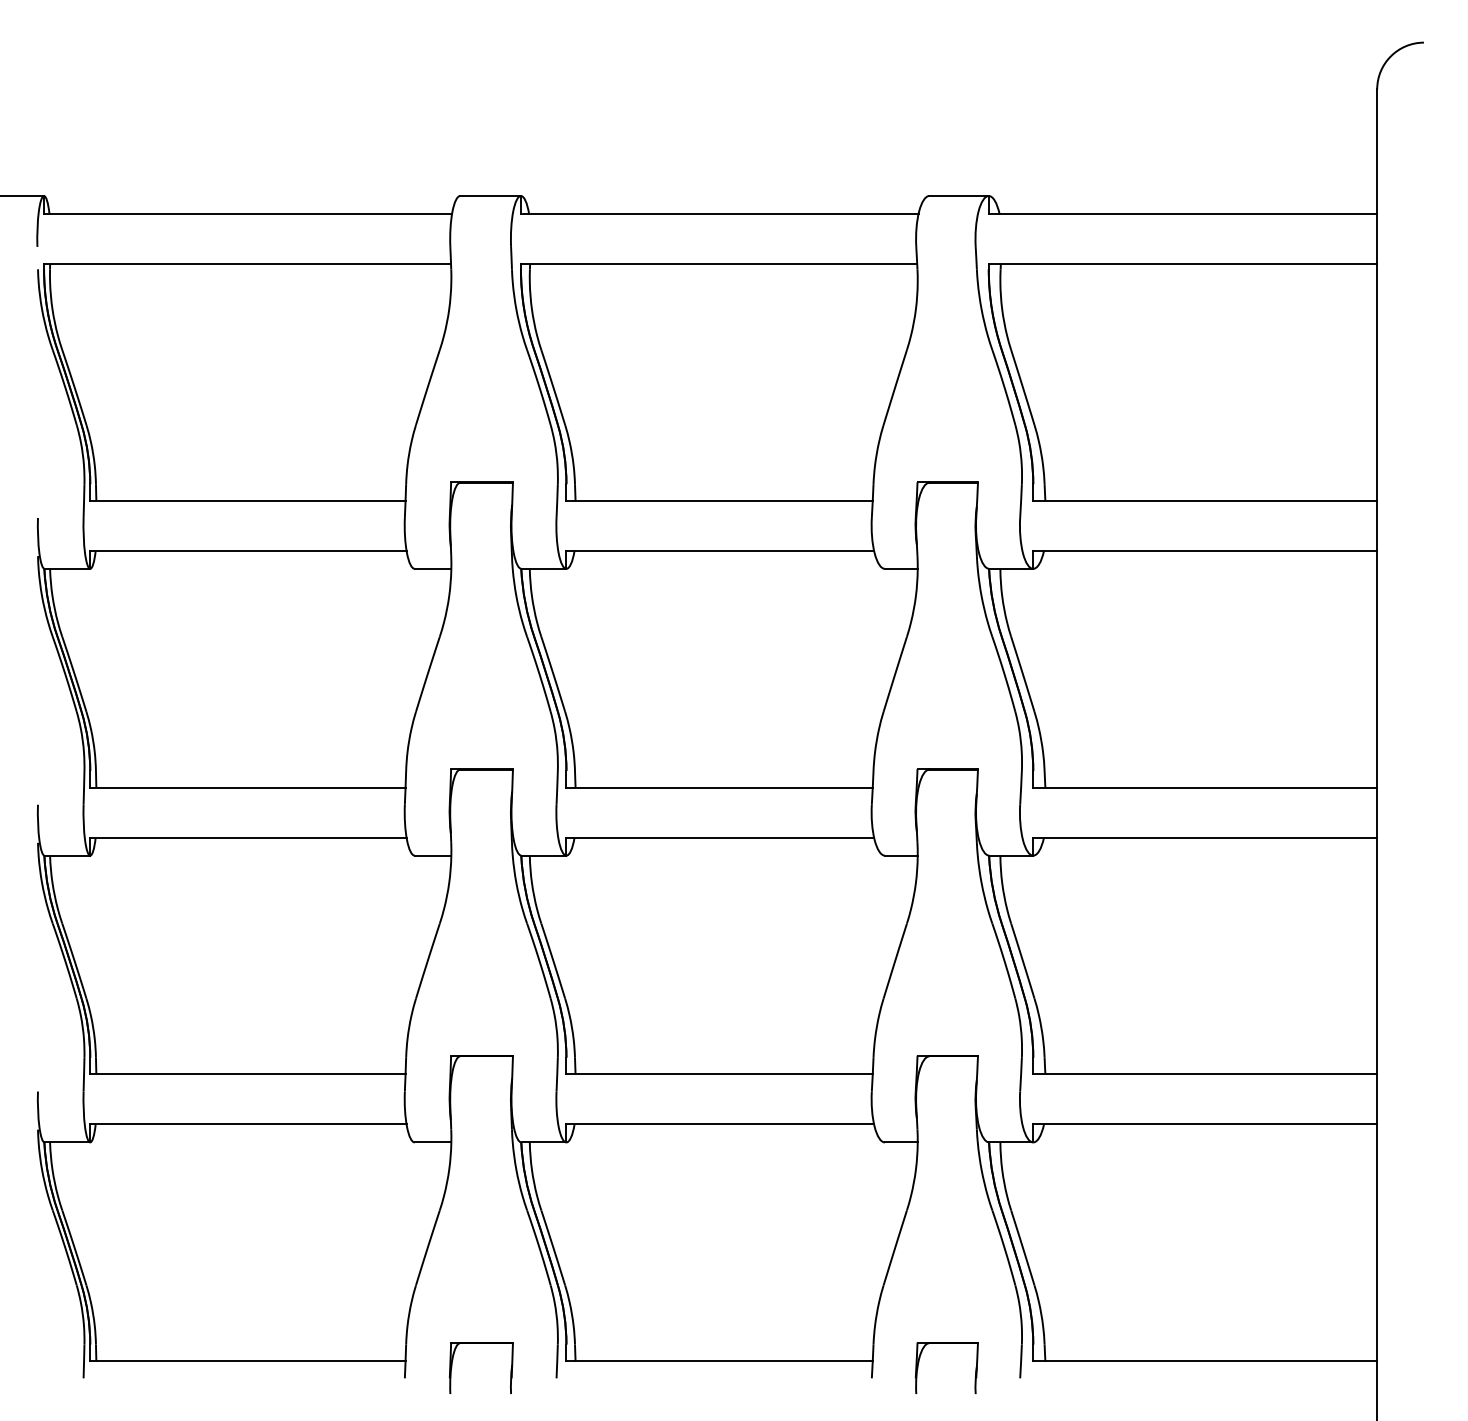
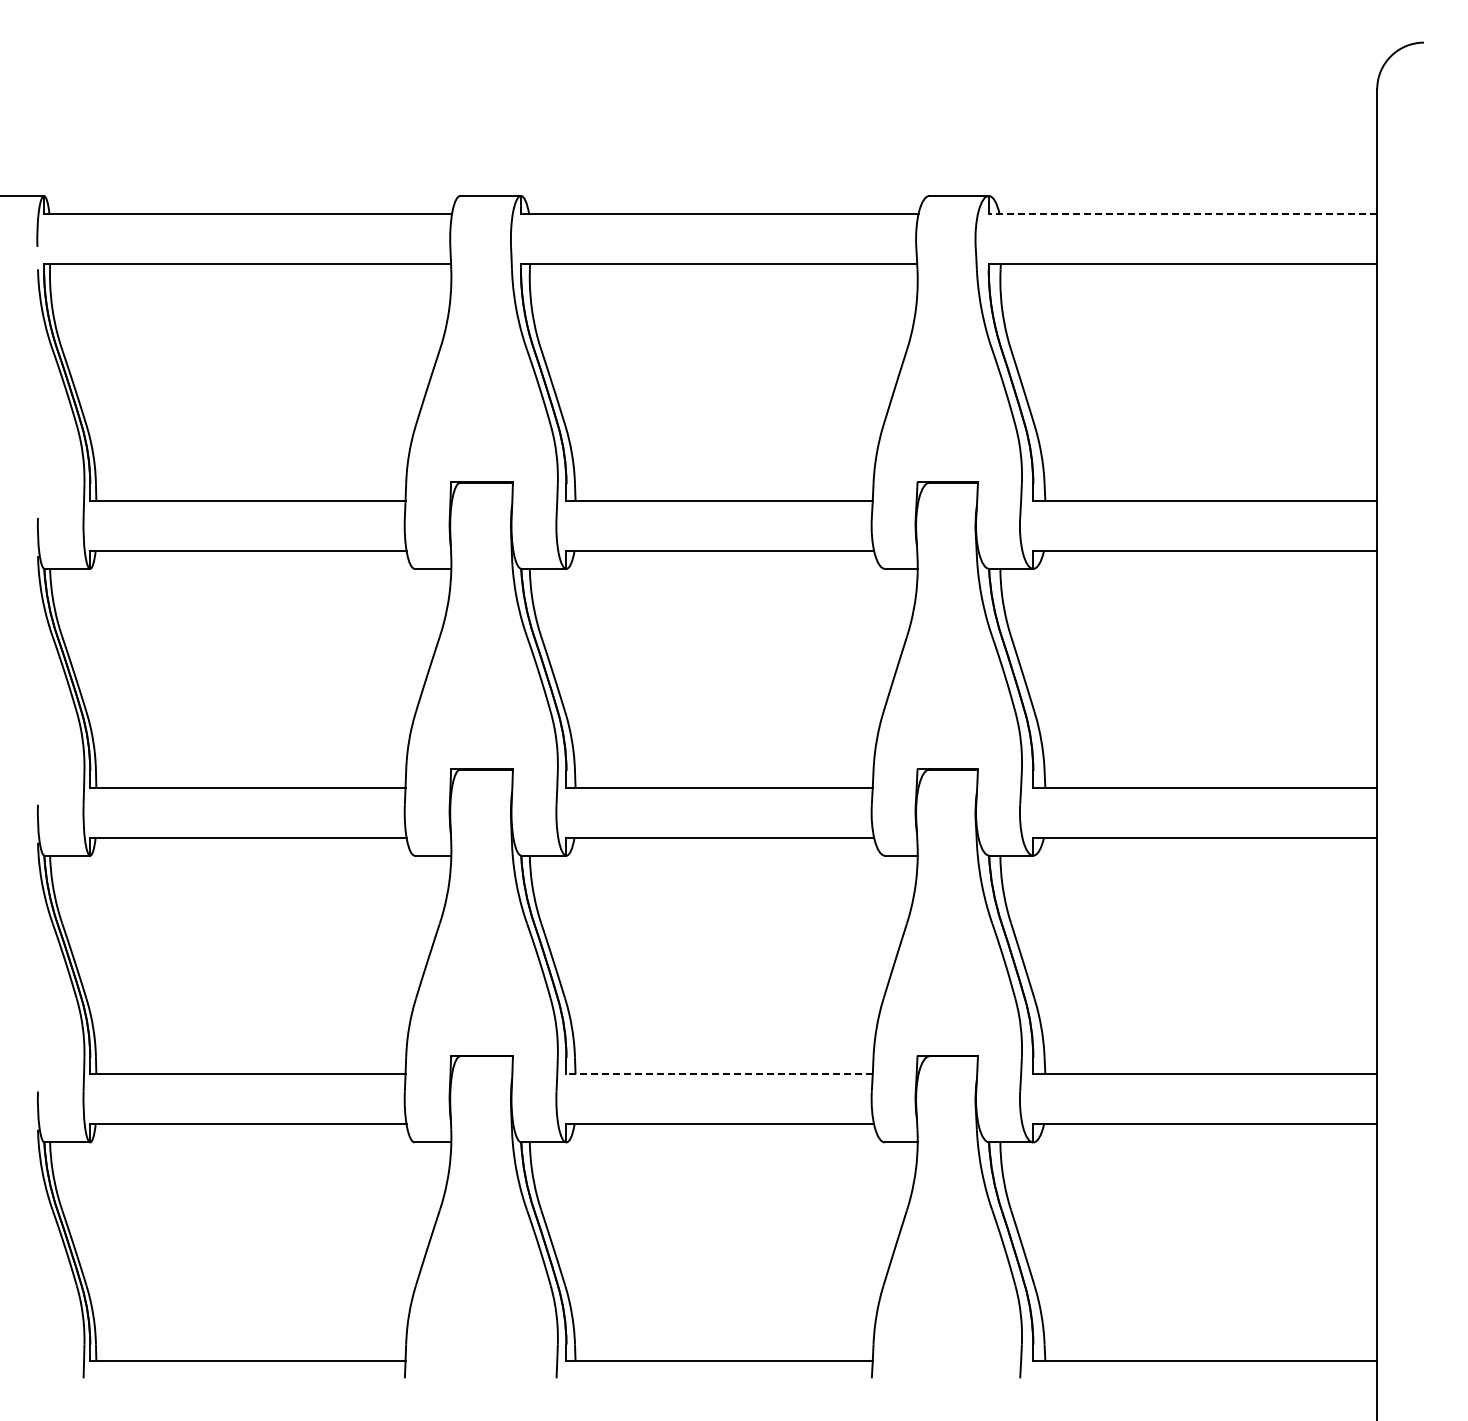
line at (1182, 214): solid -> dashed
line at (719, 1074): solid -> dashed
part at (480, 1343): present -> none
part at (946, 1343): present -> none
